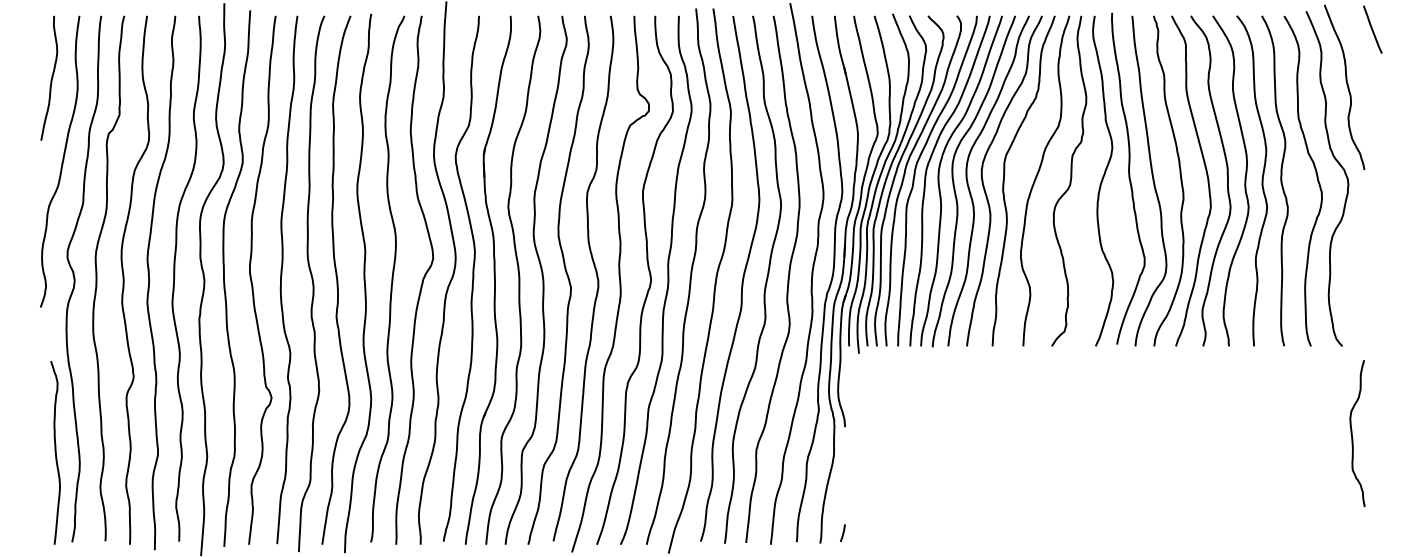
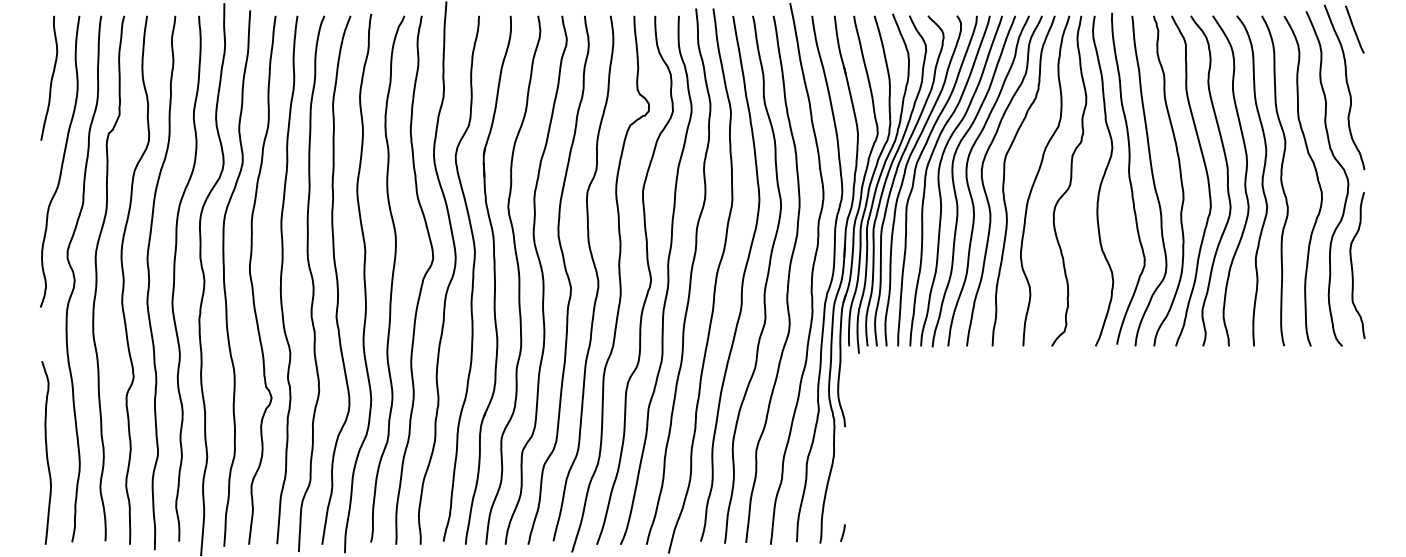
line at (1372, 29) position: (1372, 29) -> (1354, 29)
curve at (1352, 433) position: (1352, 433) -> (1352, 265)
curve at (55, 452) position: (55, 452) -> (46, 452)
